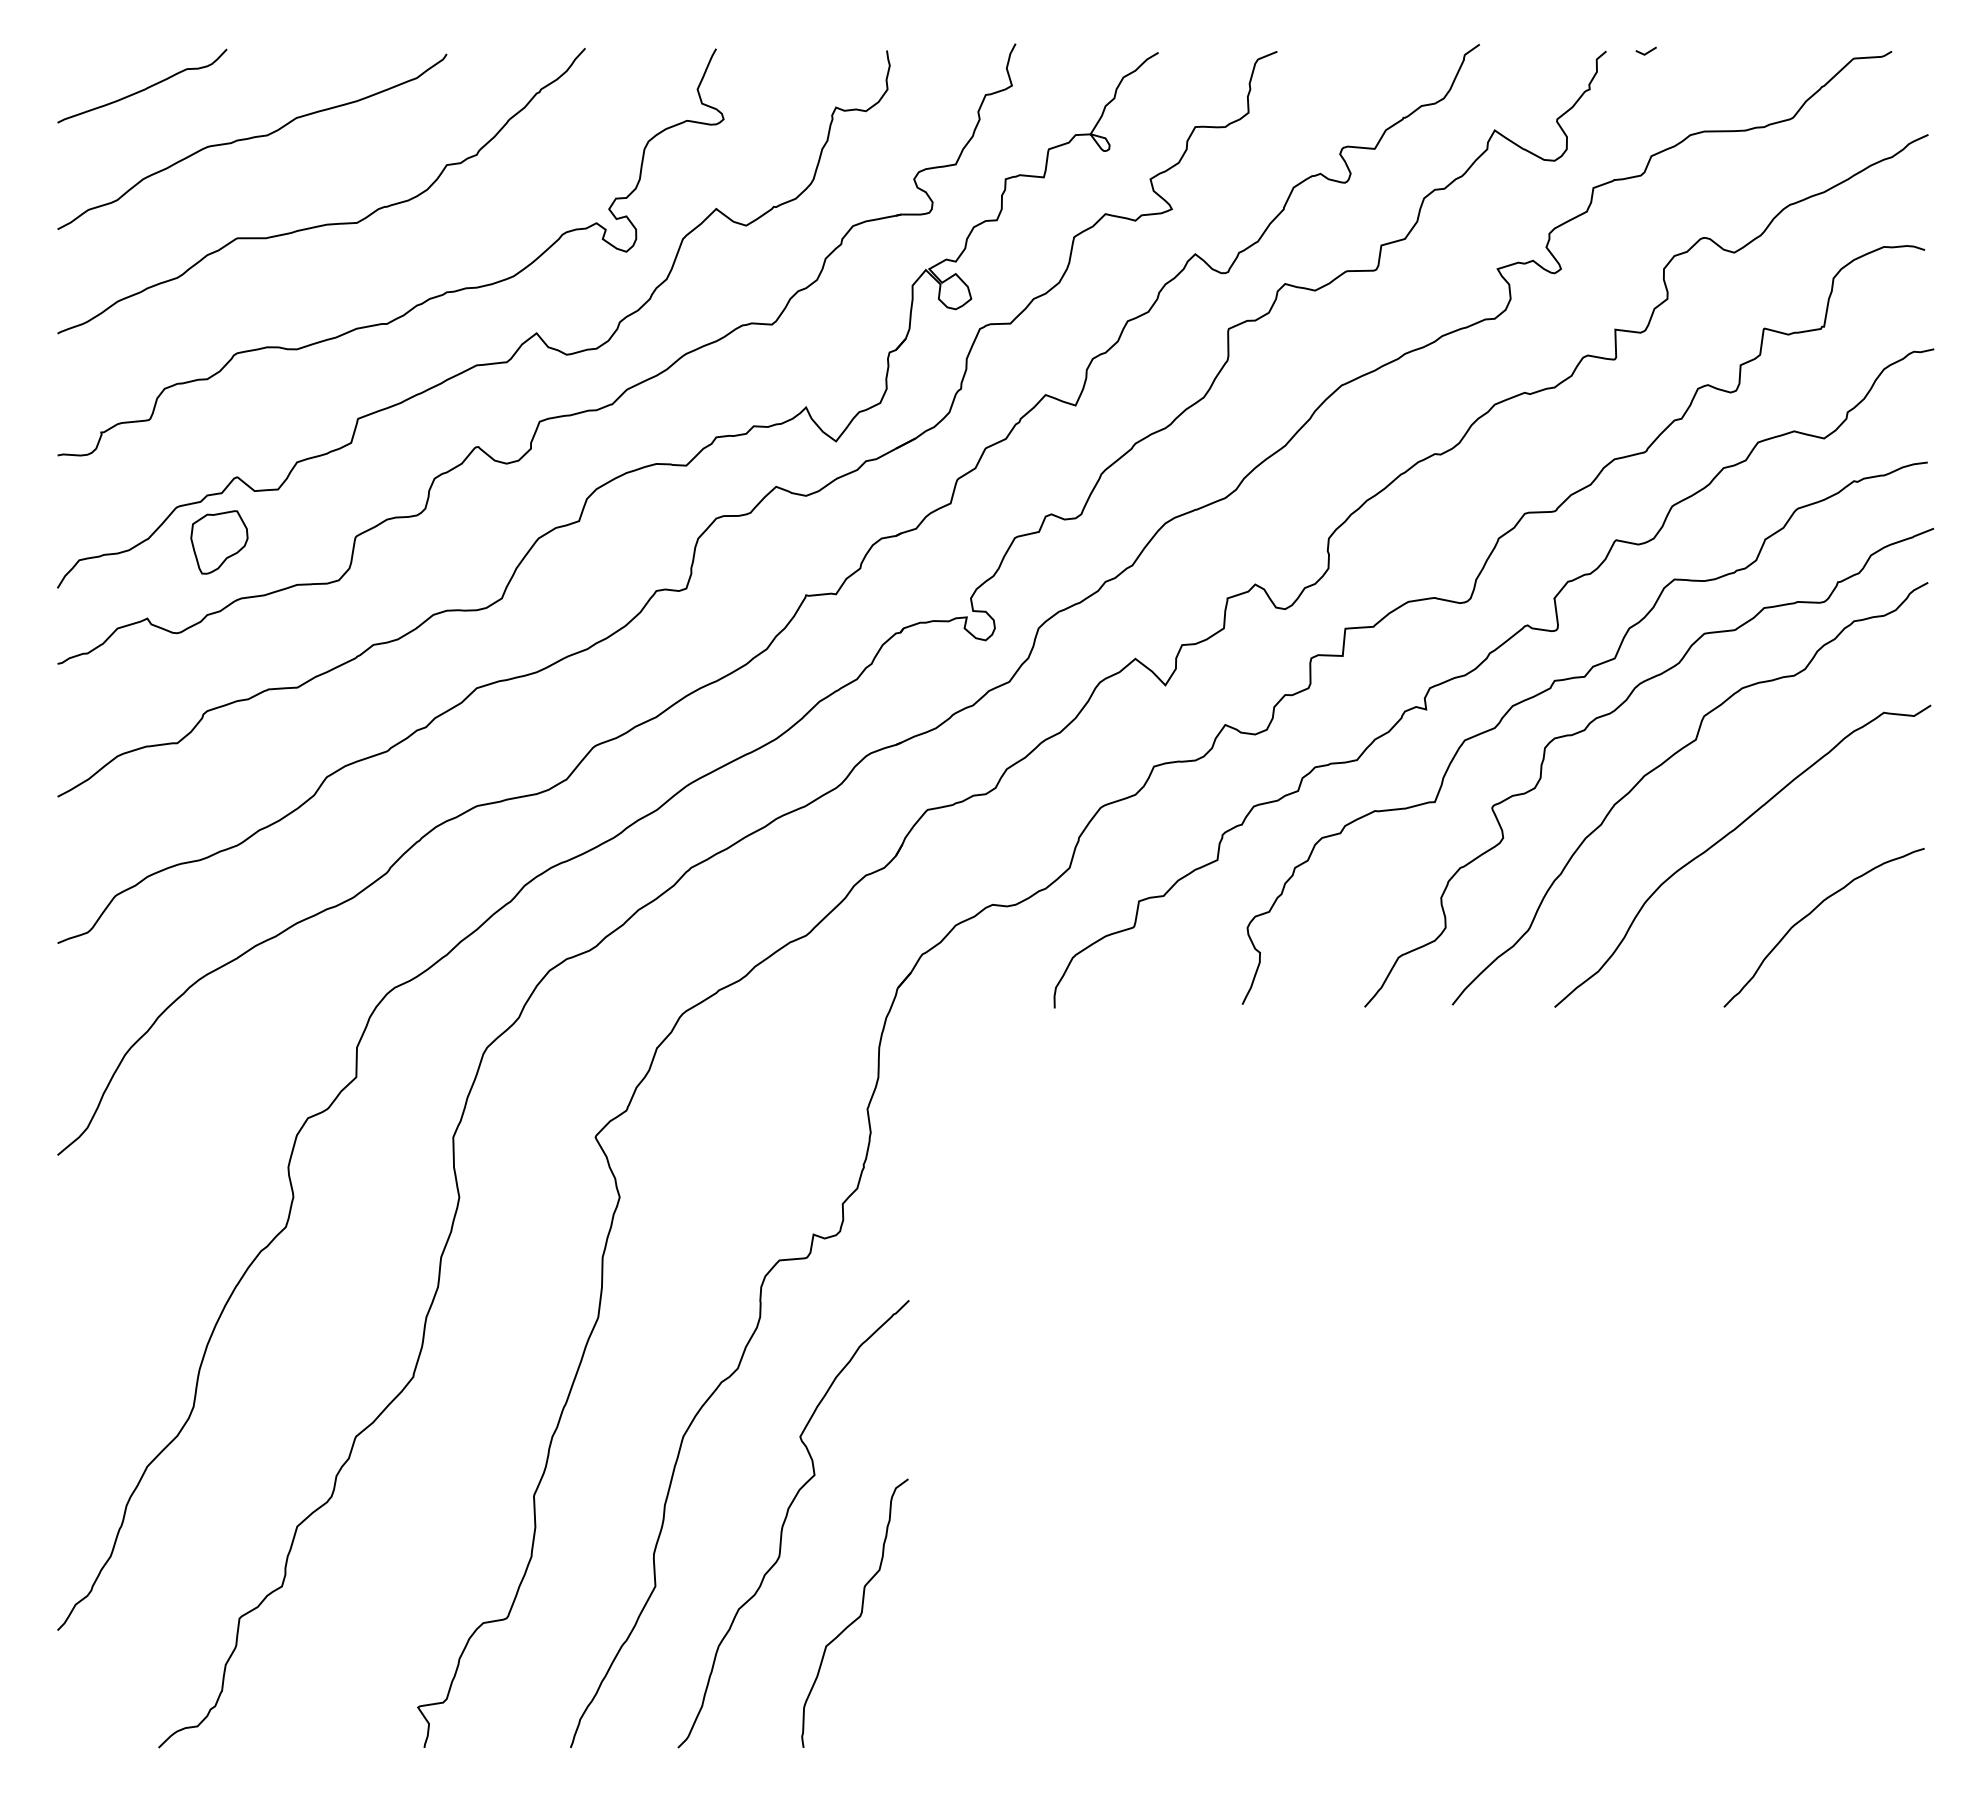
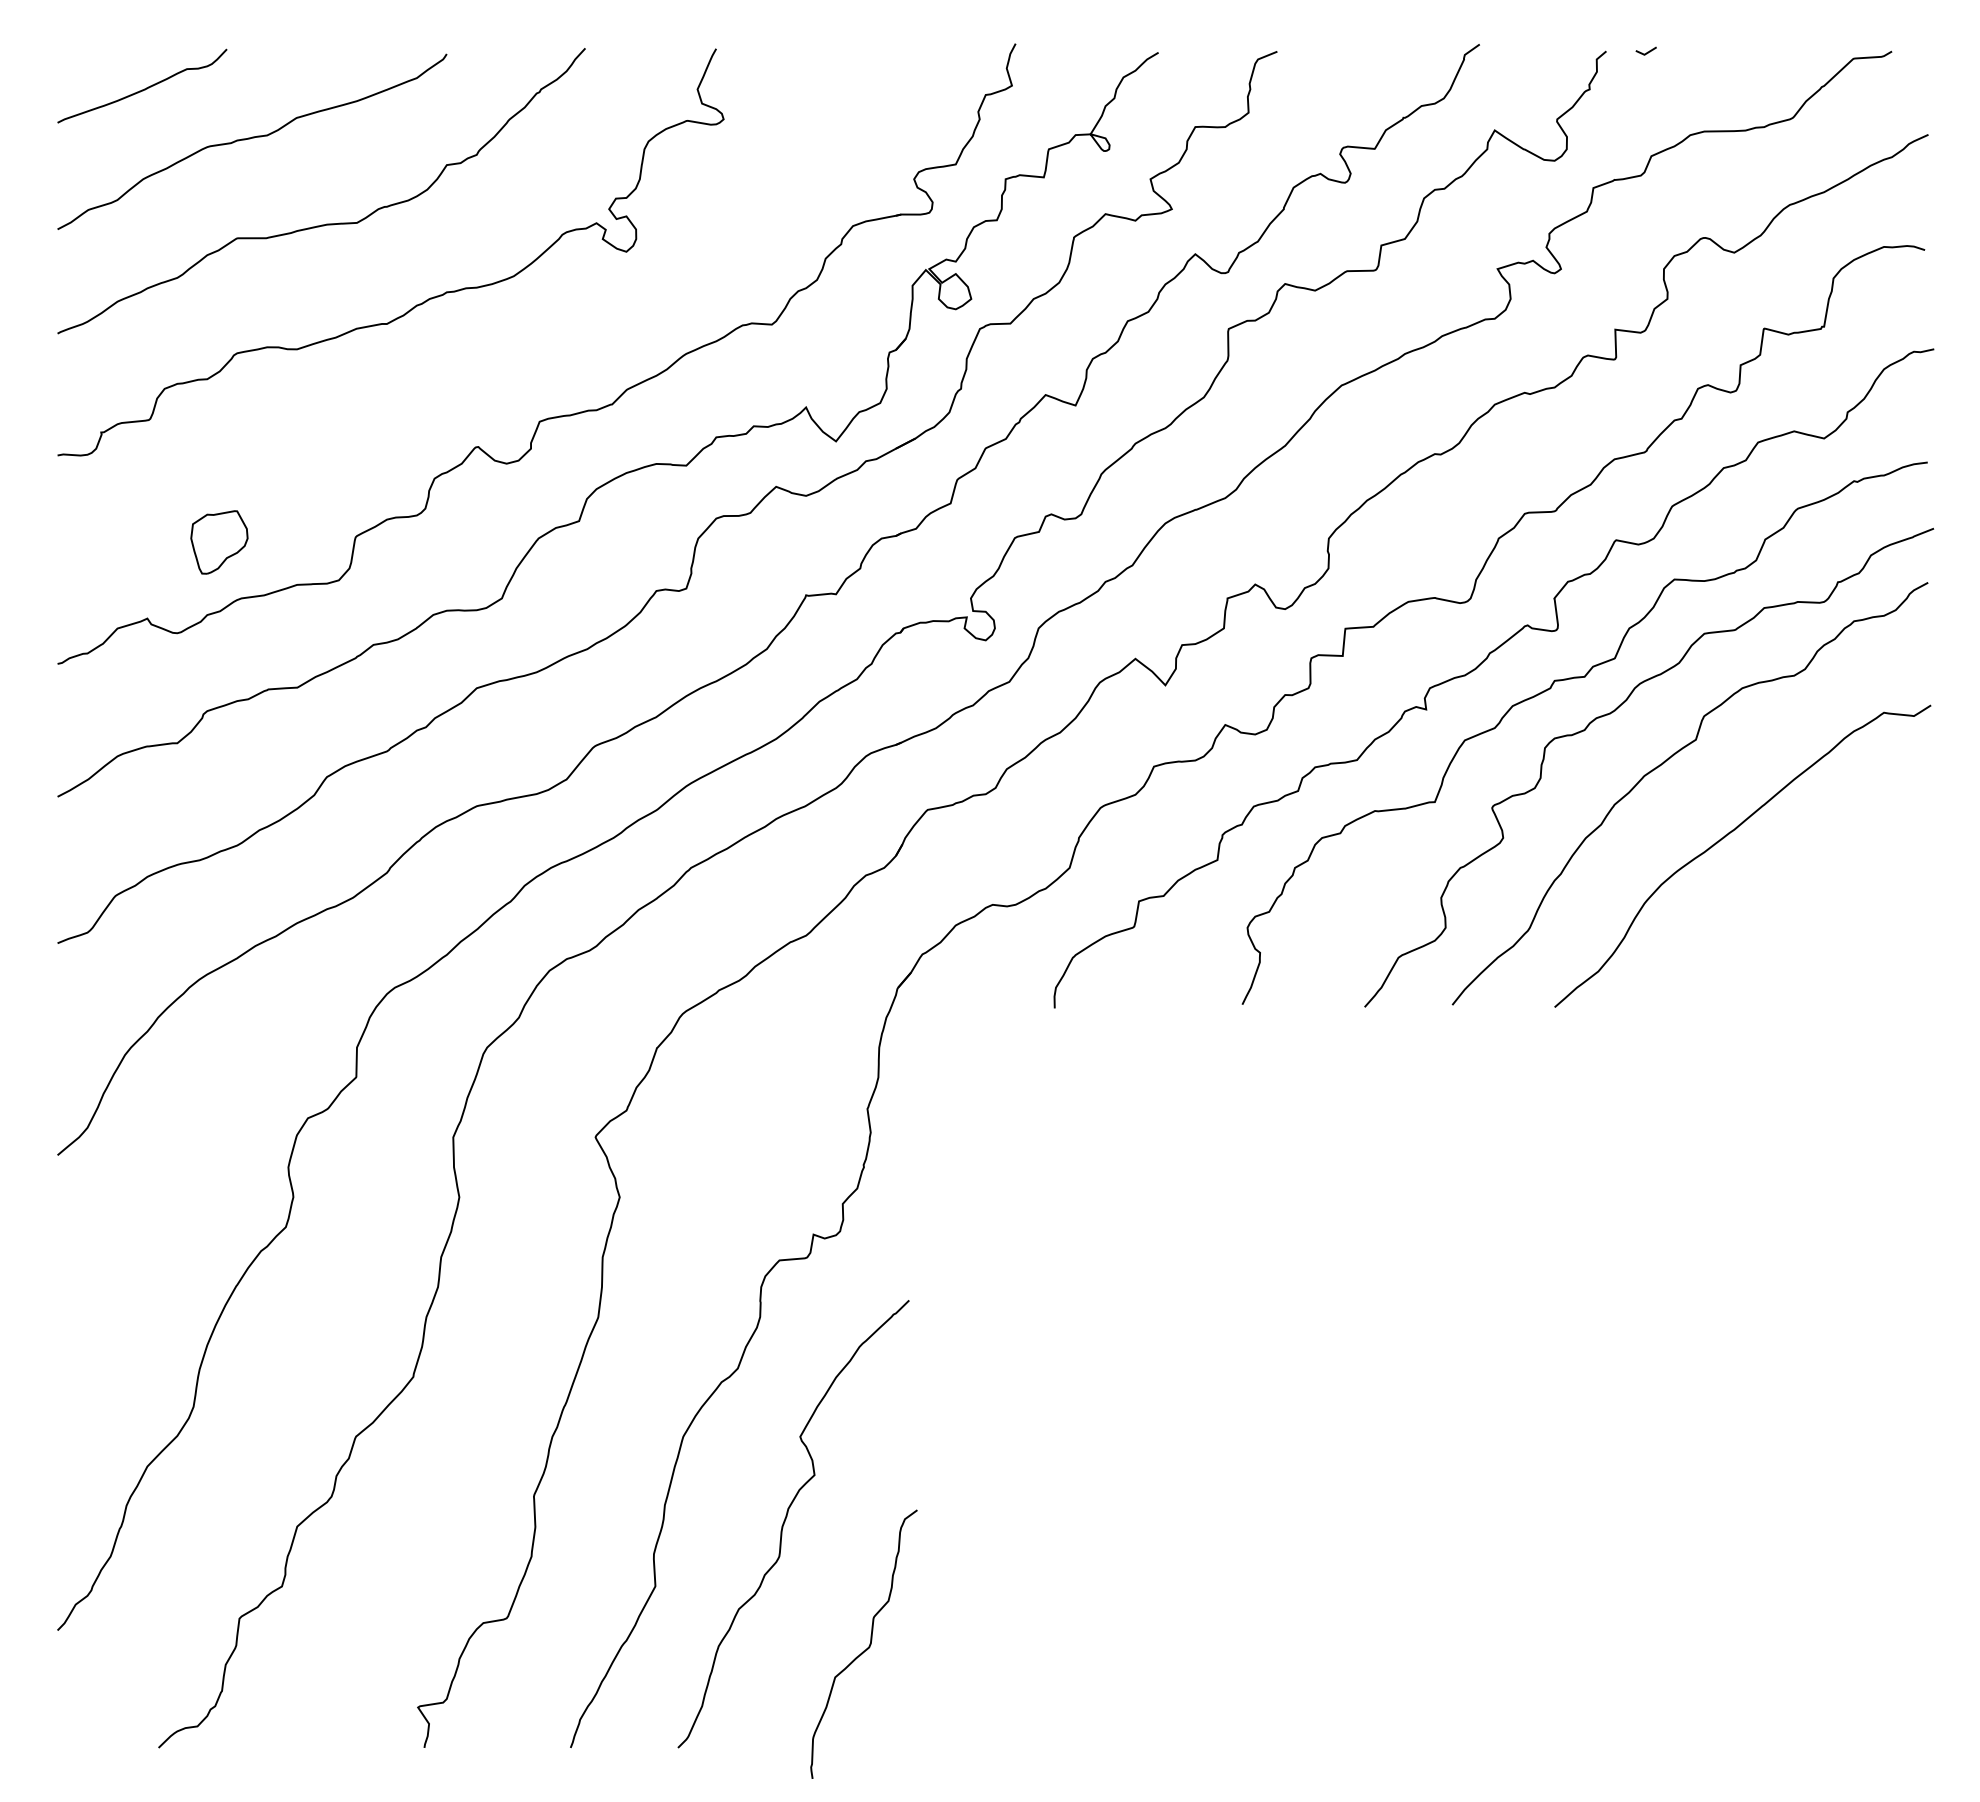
curve at (476, 364): present -> none
curve at (1810, 914): present -> none
curve at (858, 1616) position: (858, 1616) -> (867, 1647)
